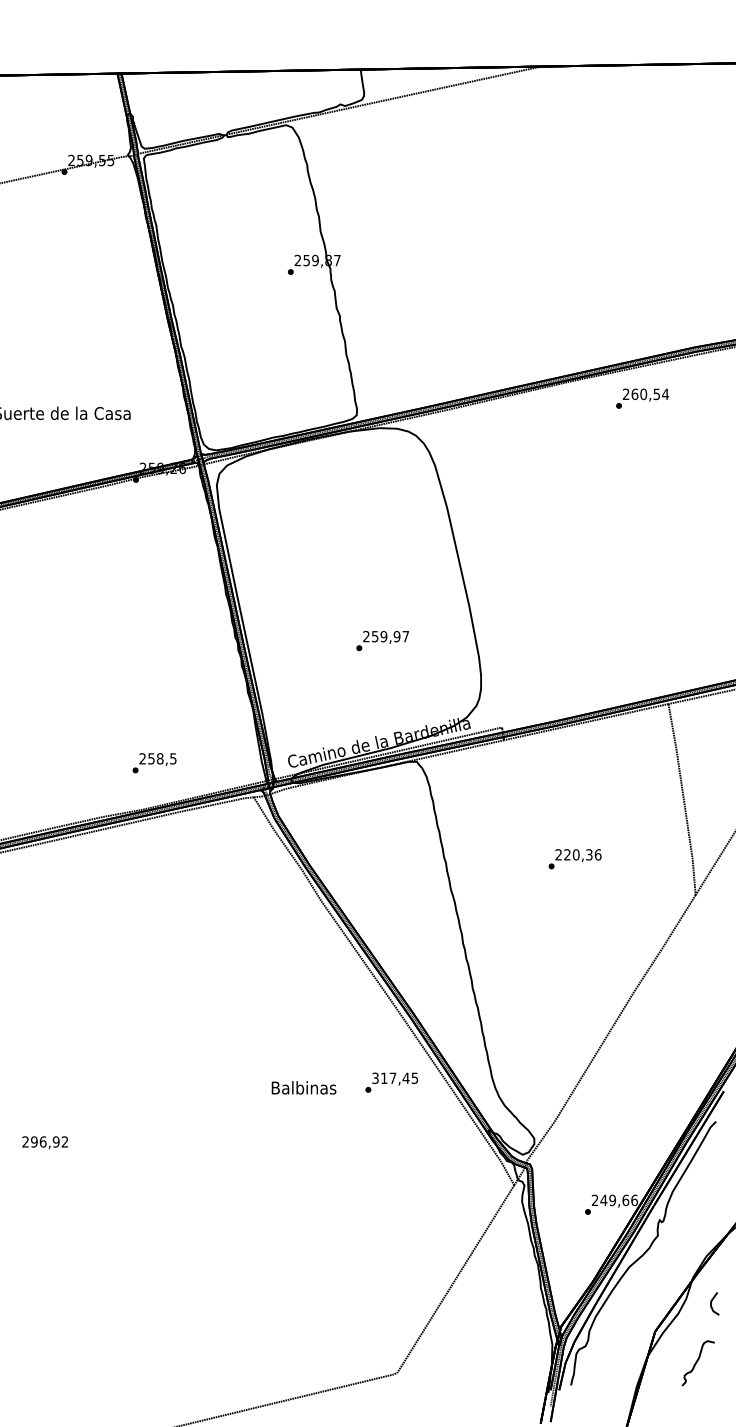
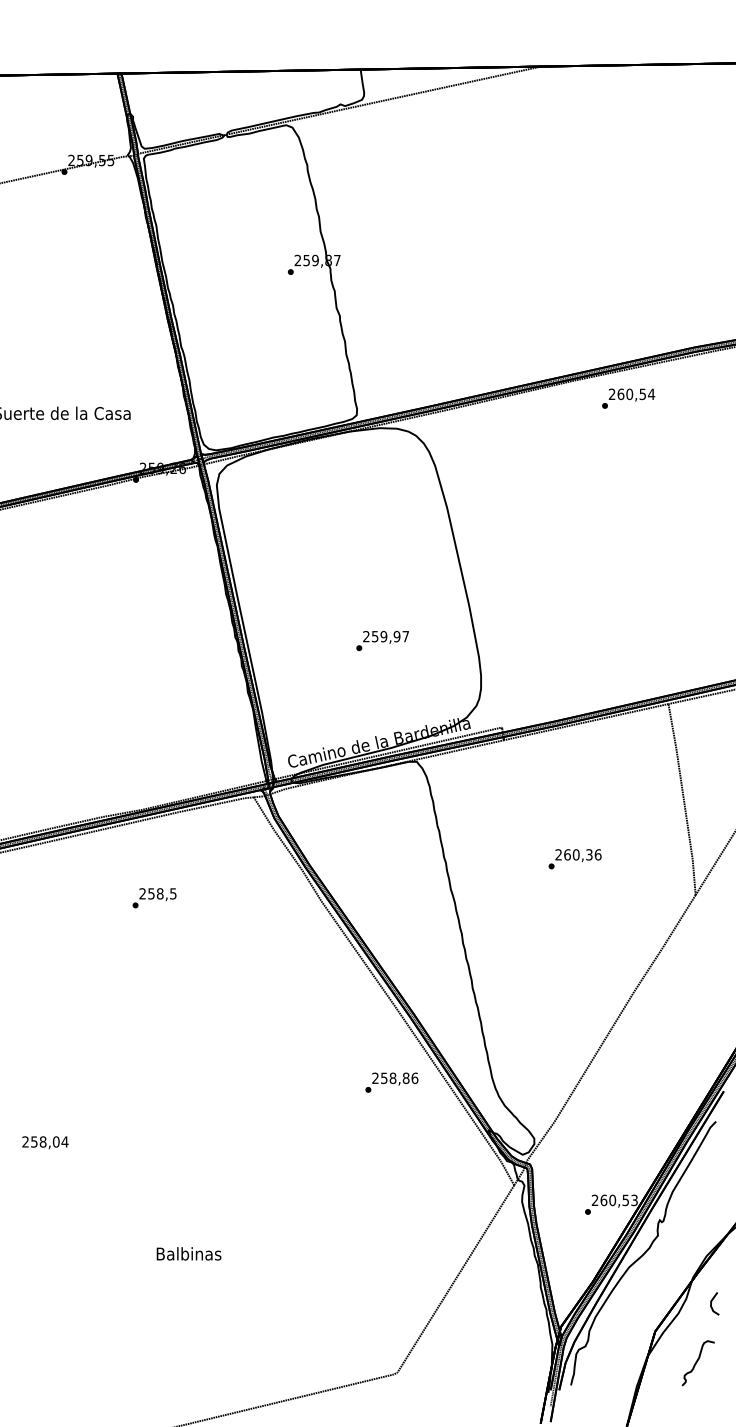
text at (642, 398) position: (642, 398) -> (628, 398)
text at (154, 763) position: (154, 763) -> (154, 898)
text at (567, 854): 220,36 -> 260,36
text at (395, 1078): 317,45 -> 258,86
text at (303, 1087) position: (303, 1087) -> (188, 1253)
text at (49, 1141): 296,92 -> 258,04
text at (619, 1200): 249,66 -> 260,53
